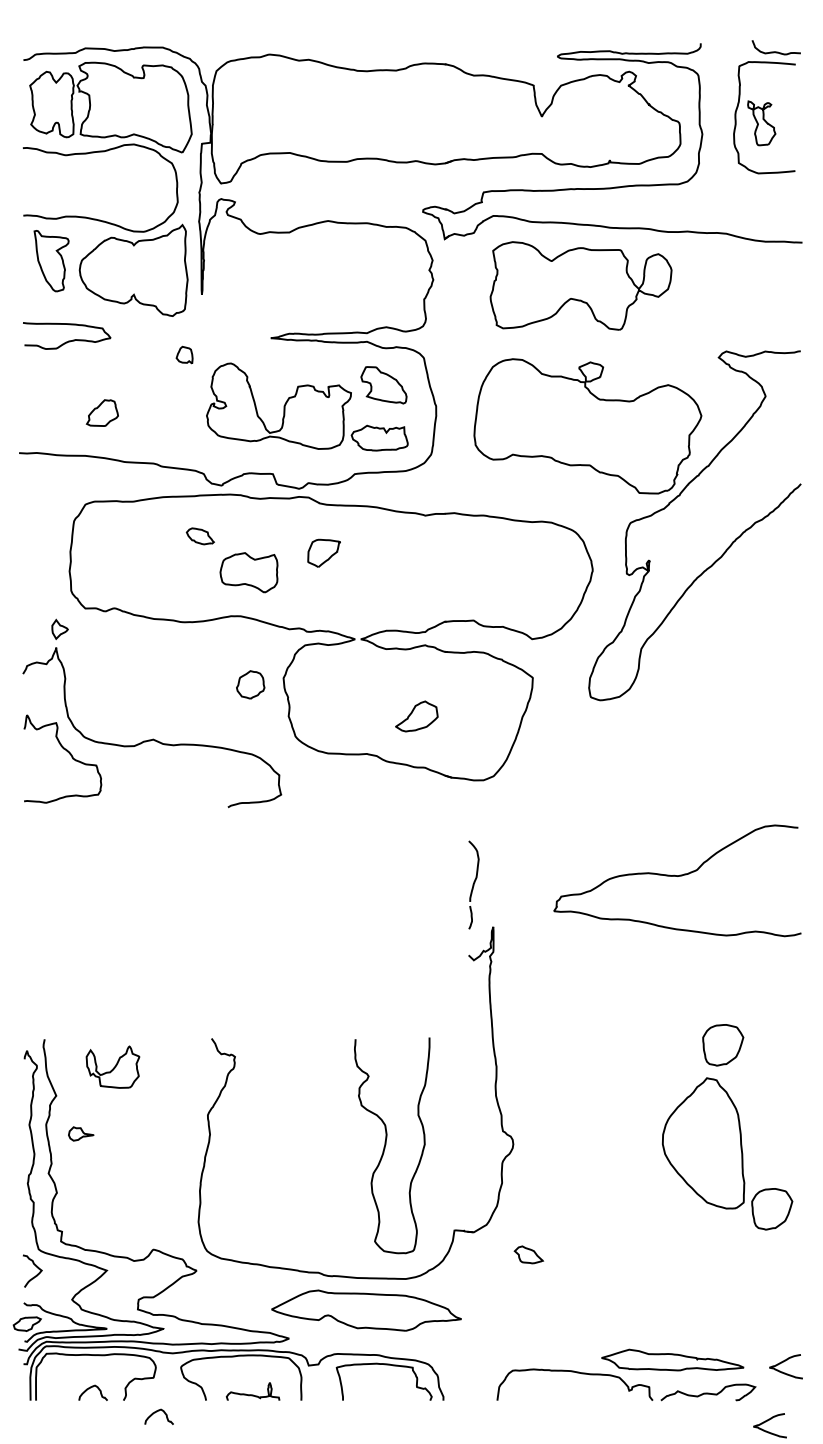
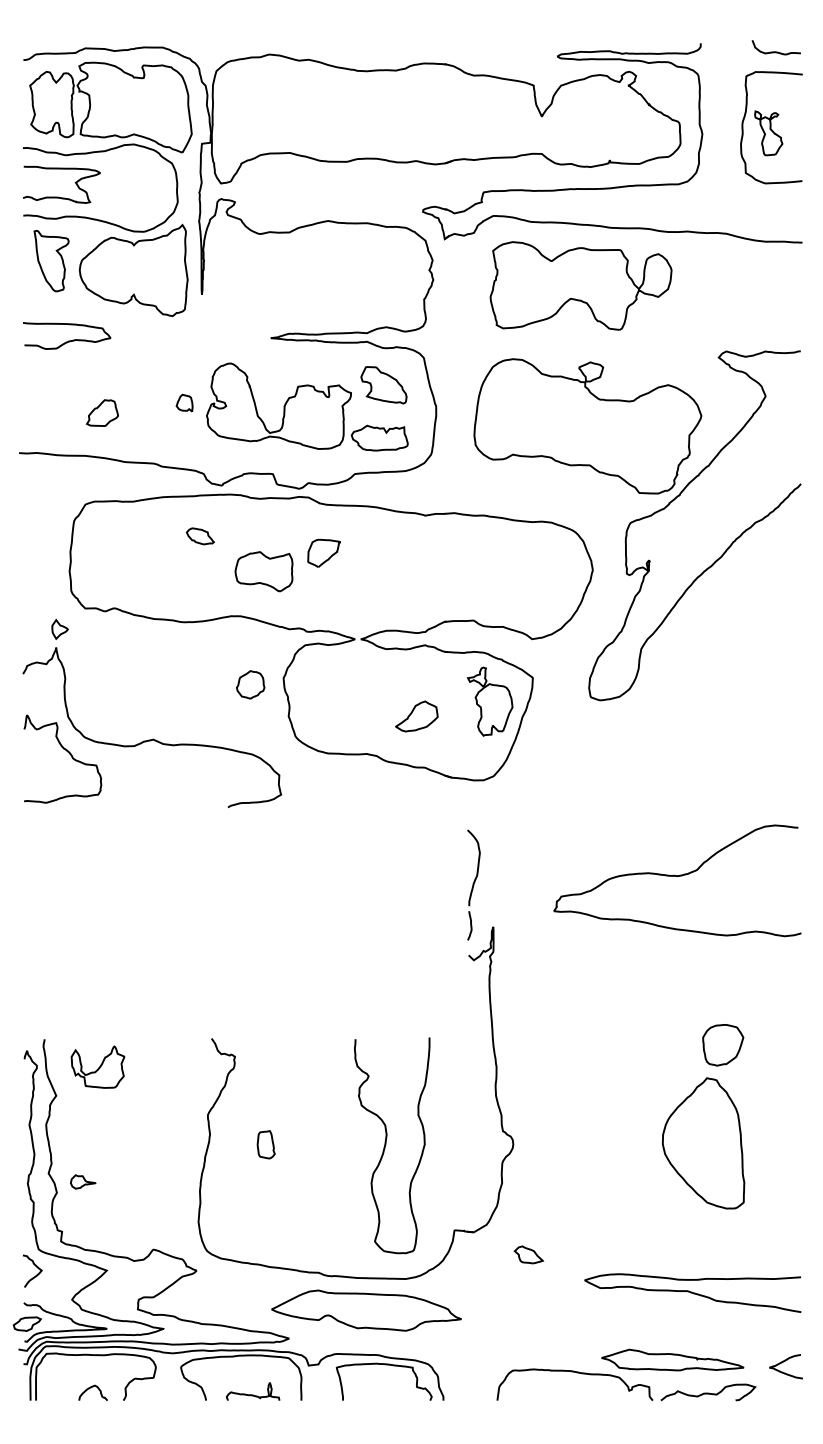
part at (764, 117) position: (764, 117) -> (771, 127)
curve at (58, 196): none -> present
part at (184, 354) position: (184, 354) -> (184, 402)
part at (248, 572) position: (248, 572) -> (263, 571)
part at (489, 701): none -> present
part at (473, 884) size: 12x90 px -> 14x112 px
part at (112, 1066) position: (112, 1066) -> (97, 1066)
part at (81, 1133) position: (81, 1133) -> (83, 1181)
part at (265, 1144): none -> present
part at (772, 1209): present -> none
curve at (692, 1292): none -> present
curve at (157, 1412): present -> none
curve at (766, 1422): present -> none
